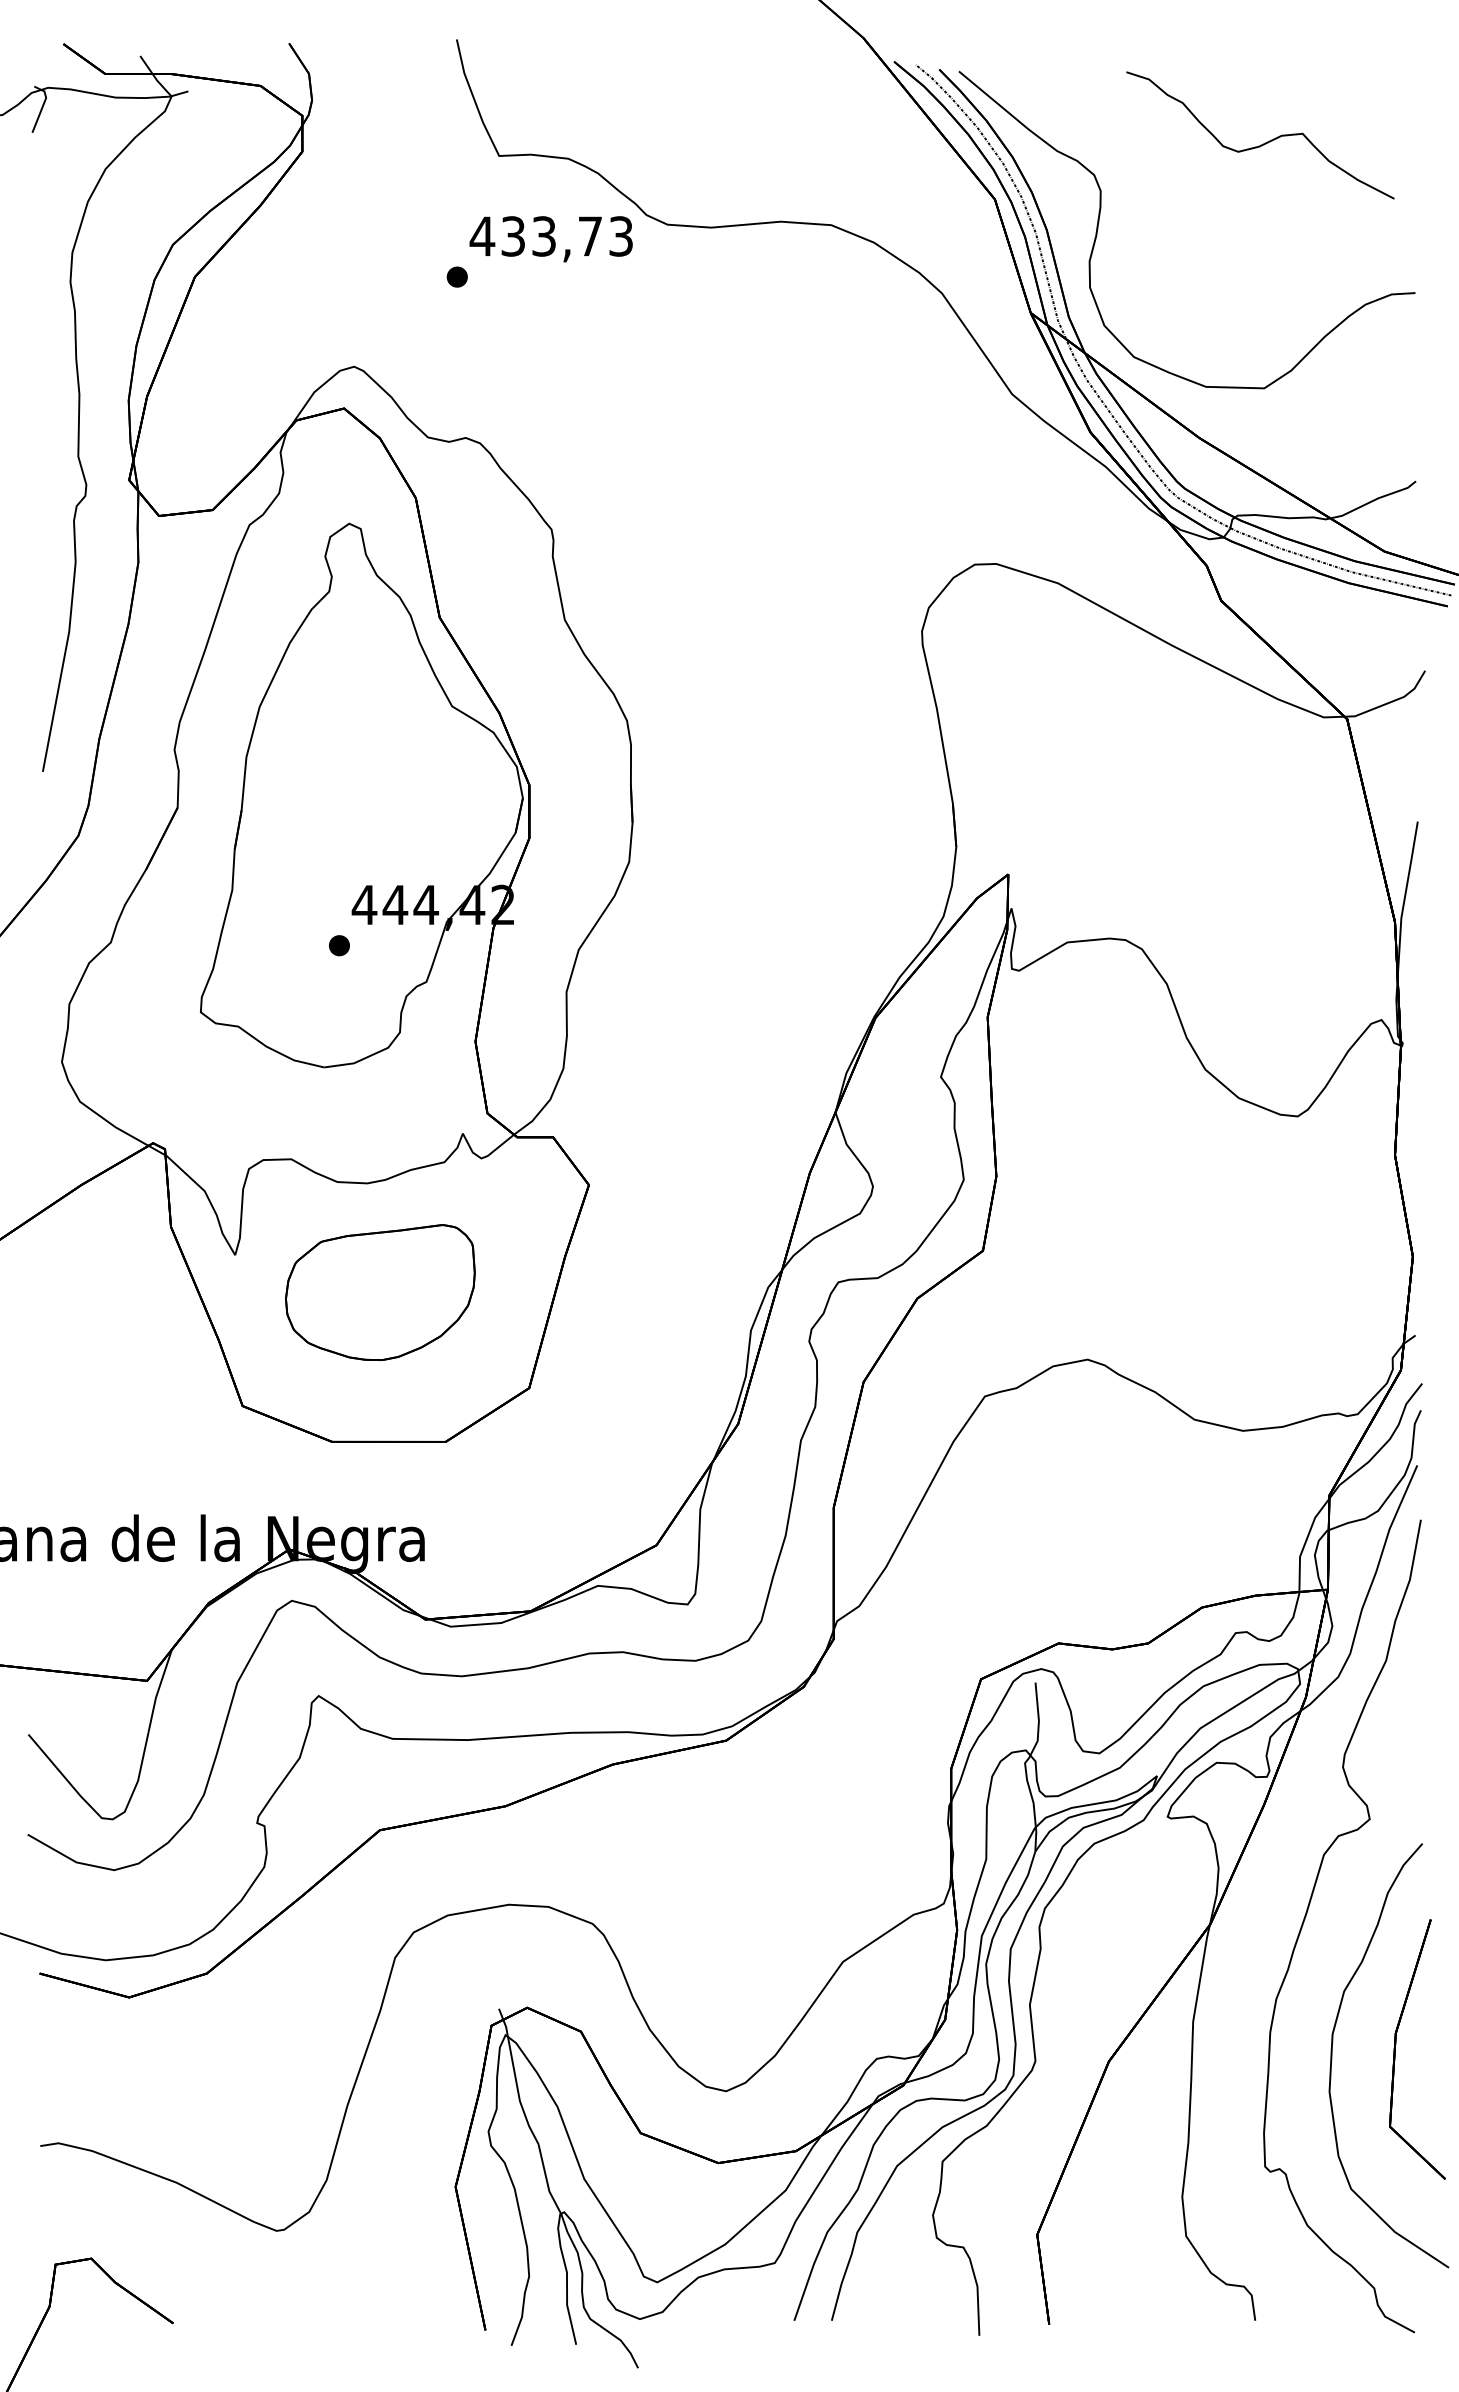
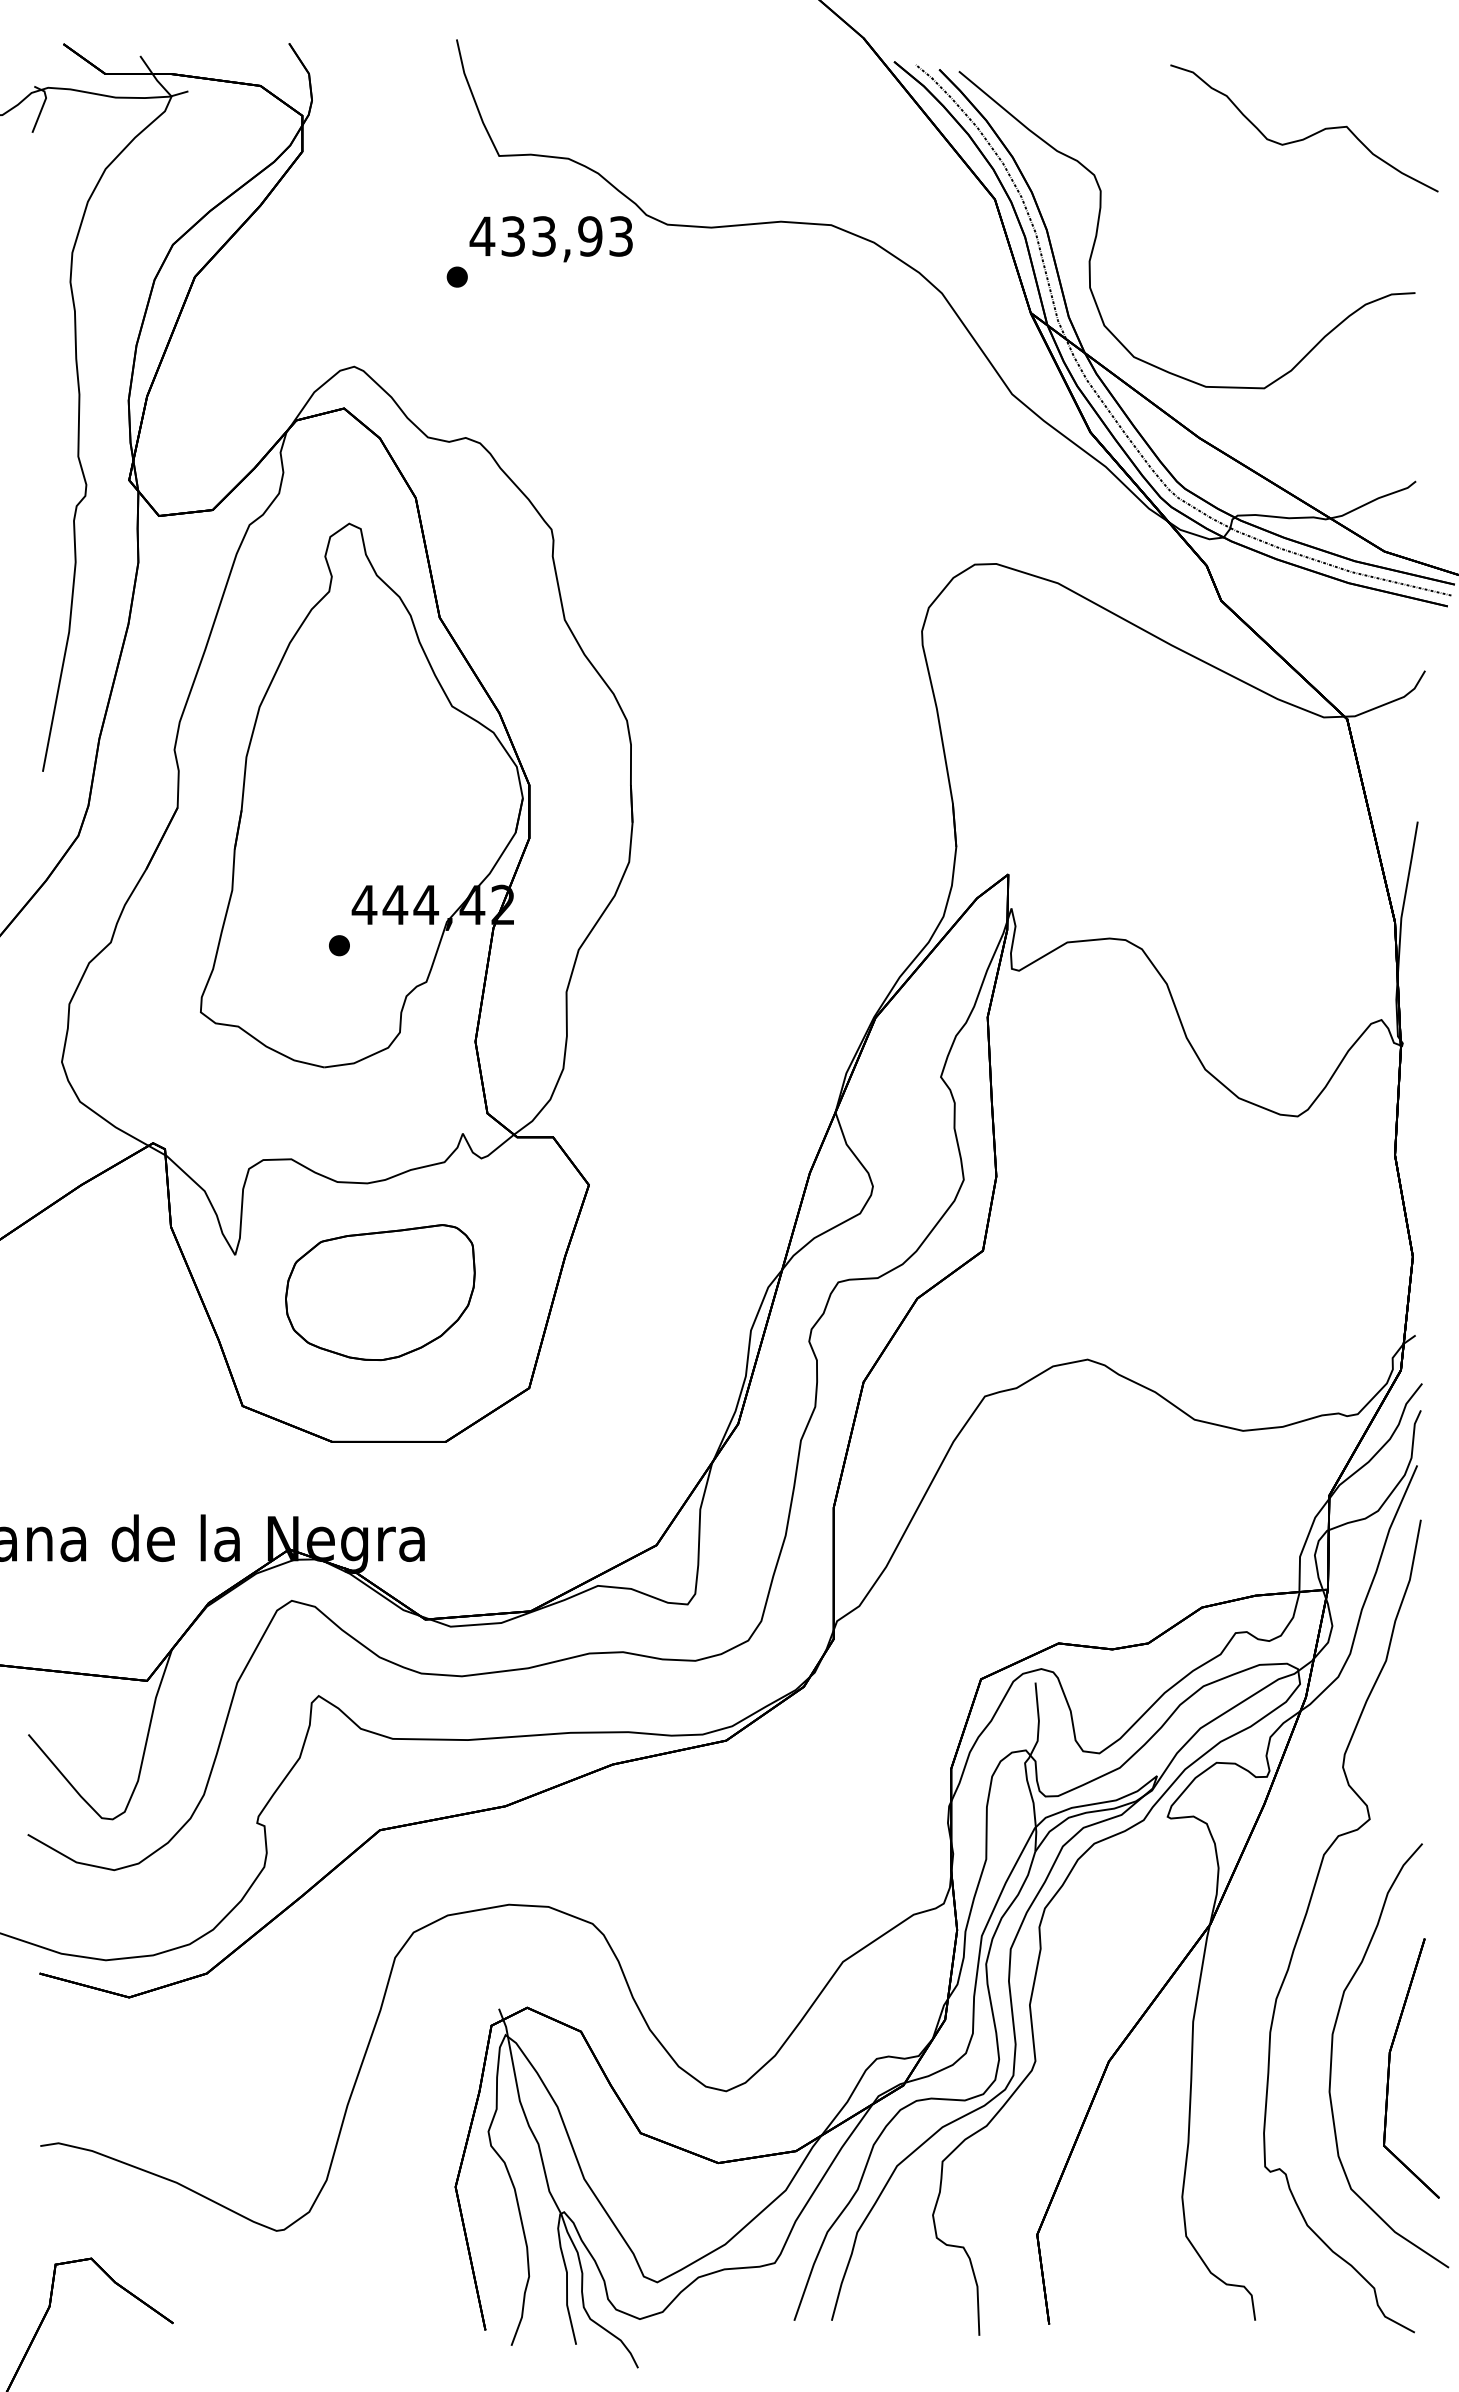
curve at (1263, 143) position: (1263, 143) -> (1307, 136)
text at (590, 236): 433,73 -> 433,93
part at (1396, 2044) position: (1396, 2044) -> (1390, 2063)
